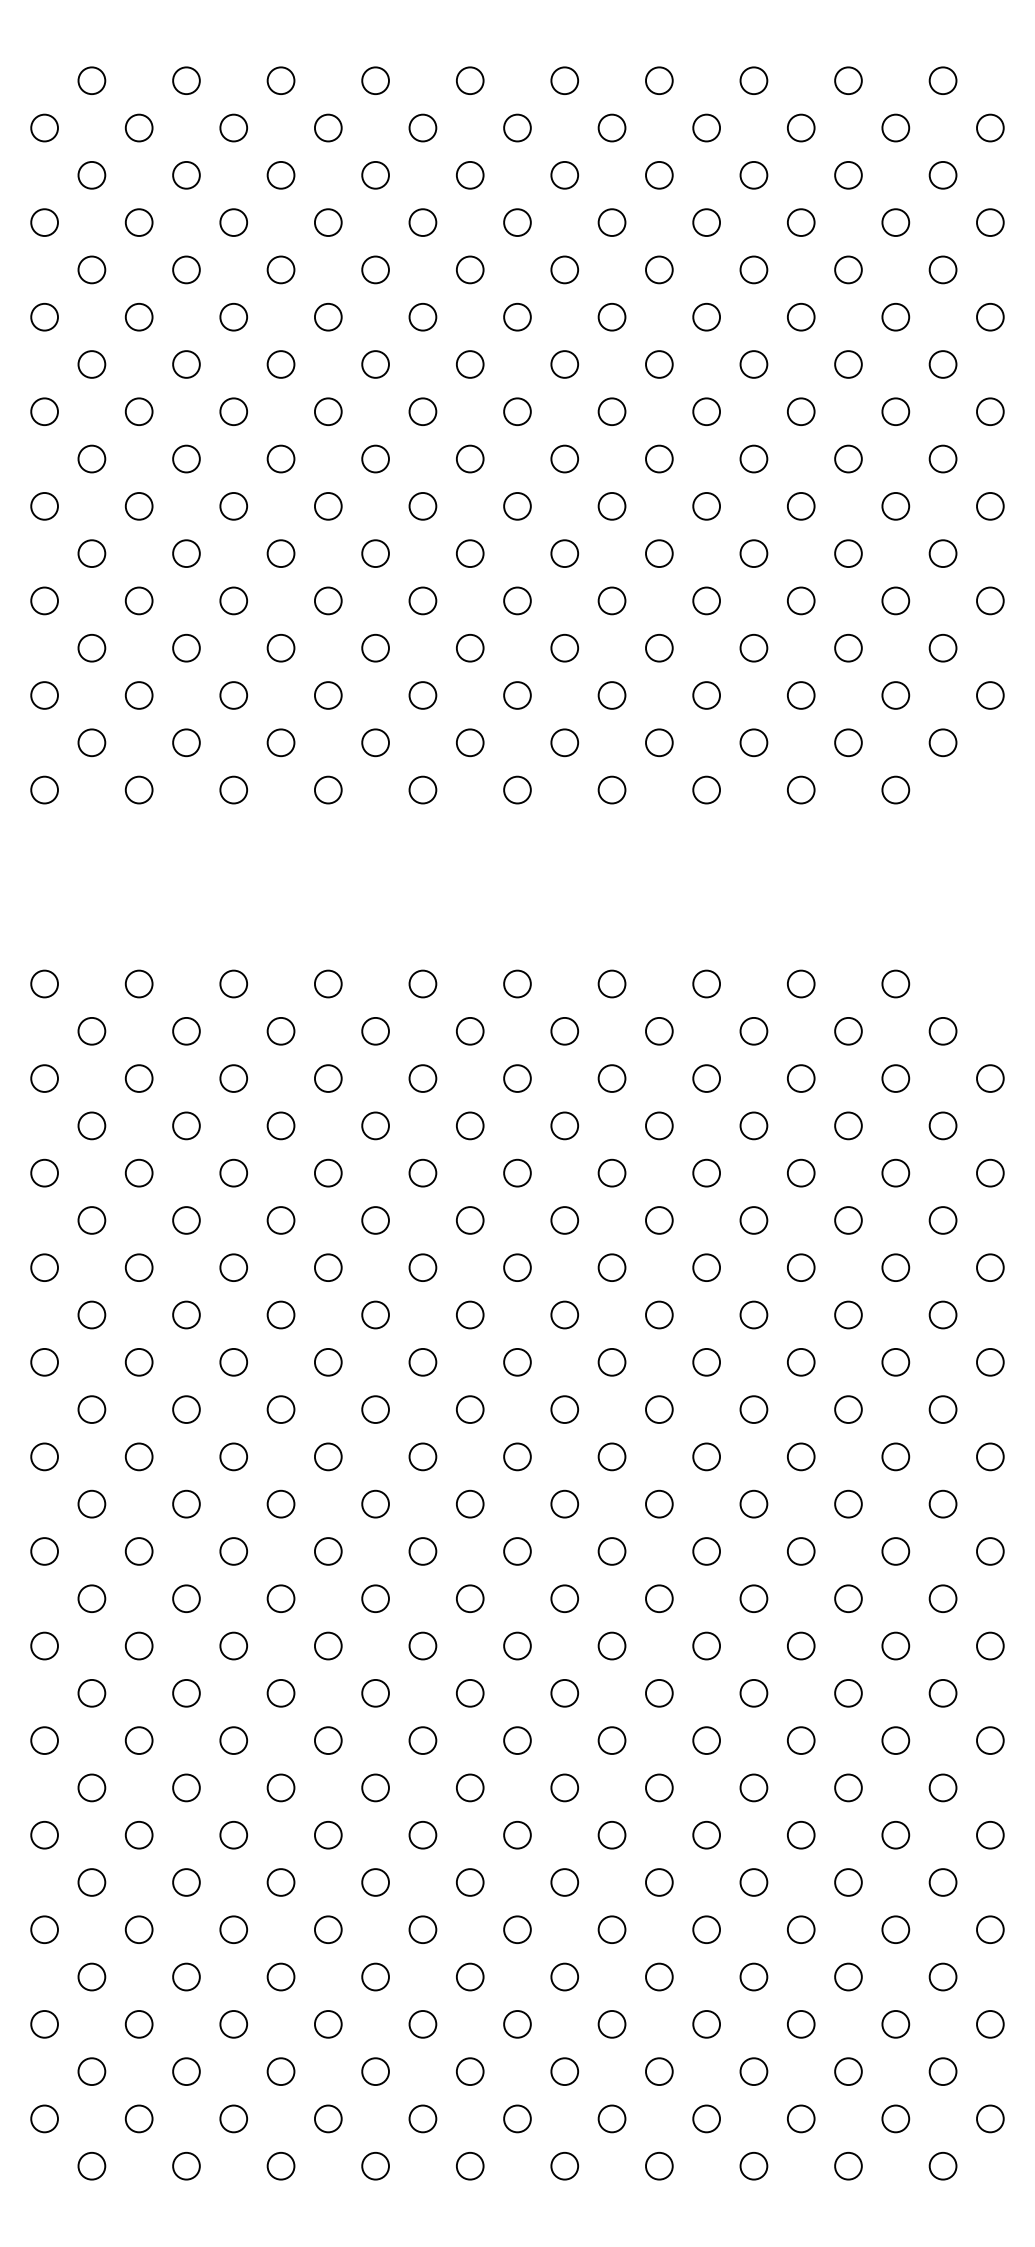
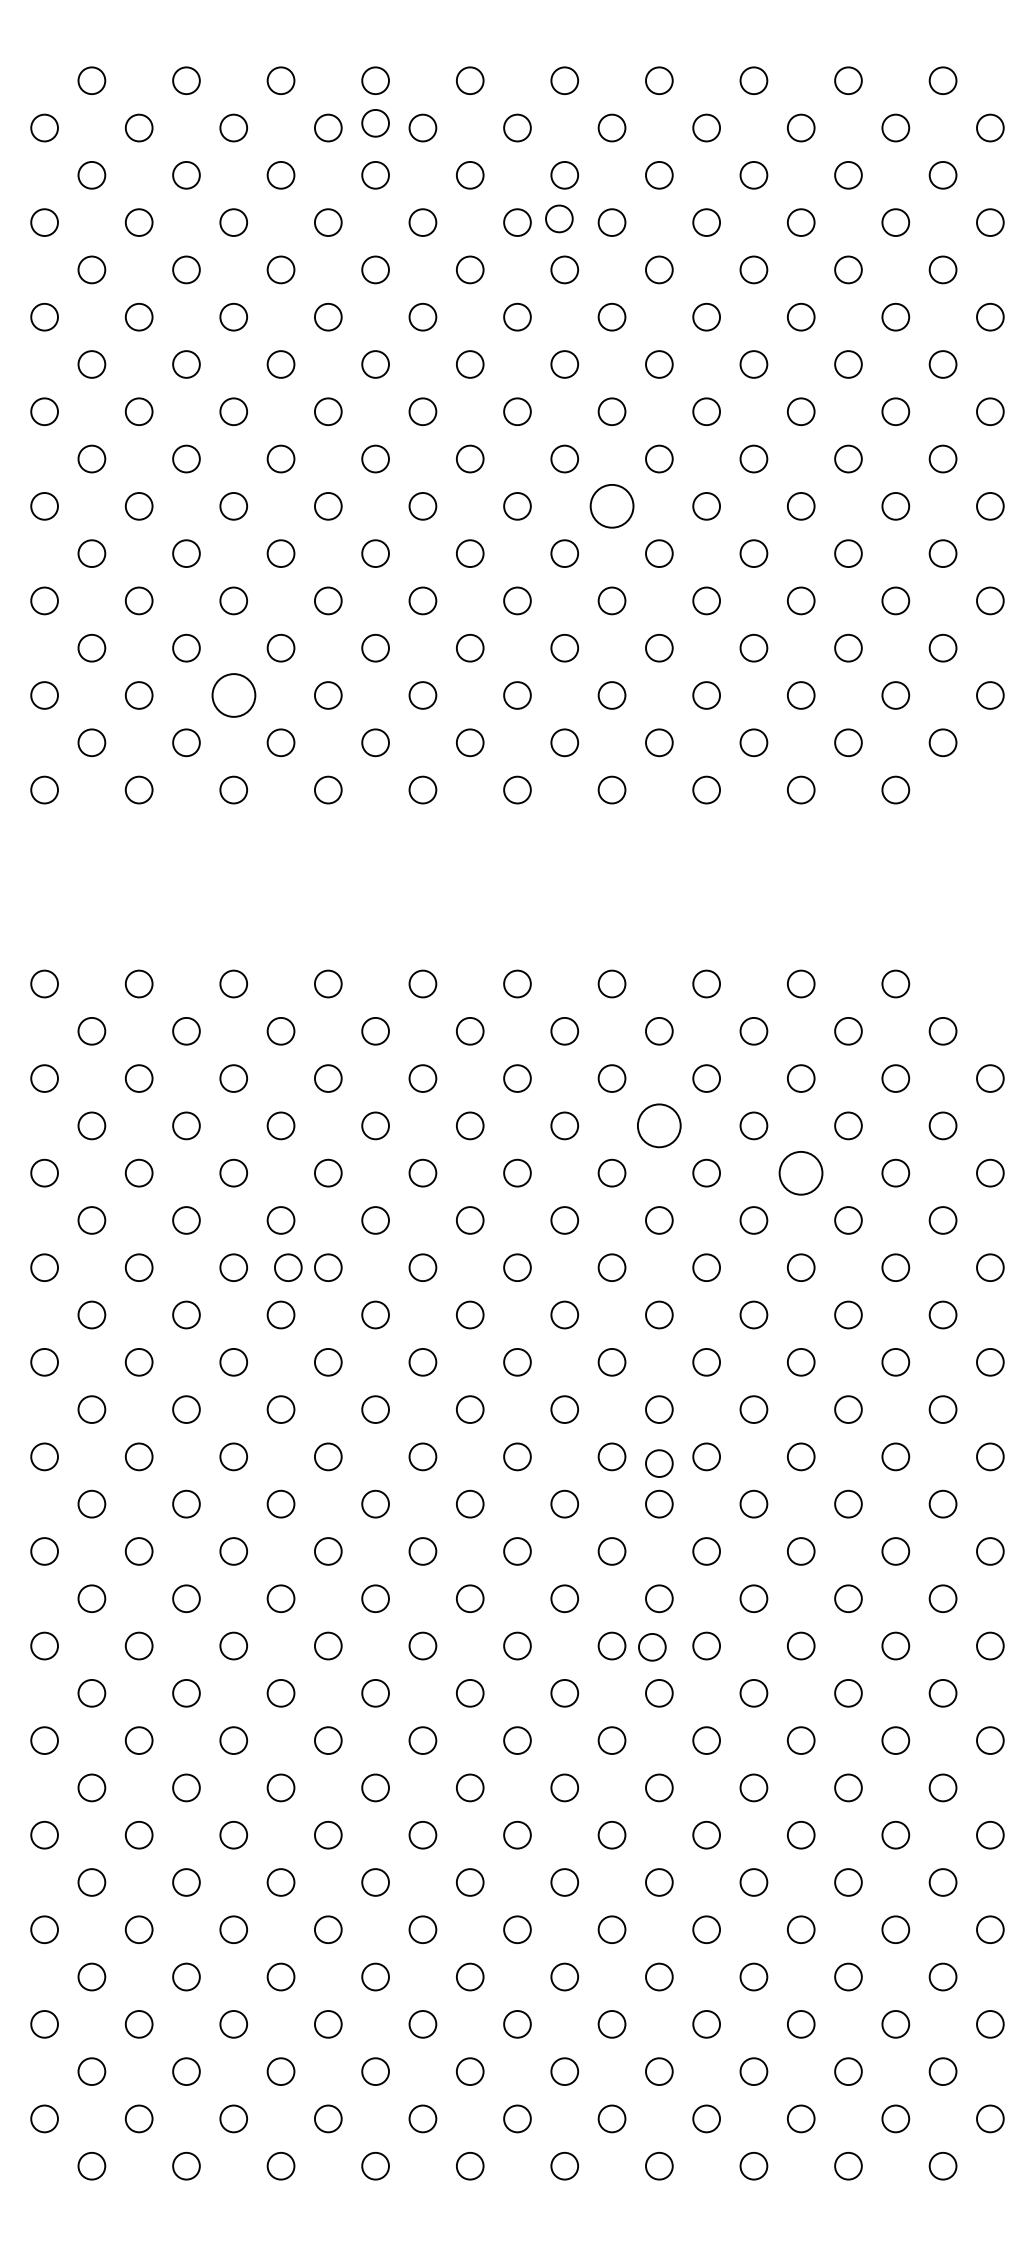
circle at (375, 123): none -> present
circle at (559, 218): none -> present
circle at (611, 506) size: 30x29 px -> 46x45 px
circle at (233, 695) size: 29x29 px -> 46x45 px
circle at (659, 1125) size: 29x30 px -> 45x46 px
circle at (801, 1172) size: 29x30 px -> 46x45 px
circle at (288, 1267): none -> present
circle at (659, 1463): none -> present
circle at (652, 1647): none -> present
